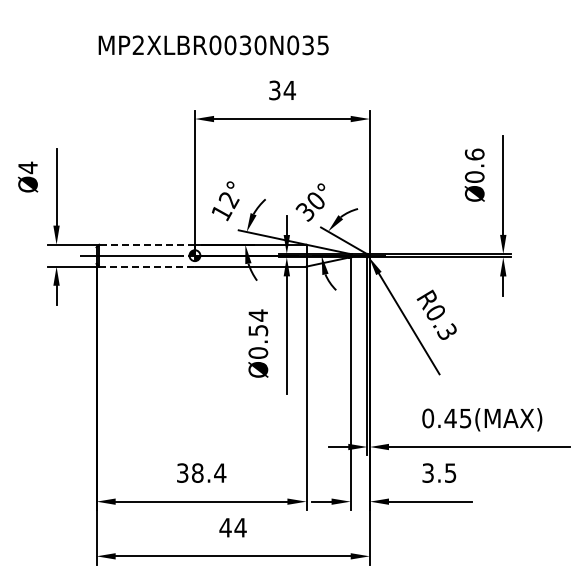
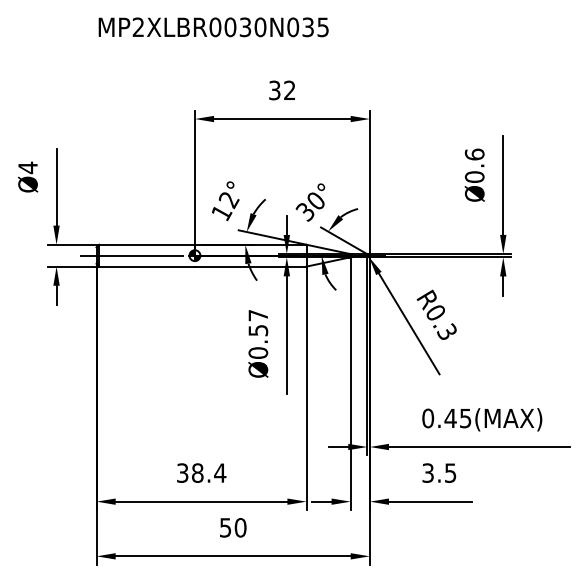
text at (213, 45) position: (213, 45) -> (213, 27)
text at (289, 89): 34 -> 32
line at (147, 244): dashed -> solid
line at (147, 266): dashed -> solid
text at (257, 315): Ø0.54 -> Ø0.57
text at (232, 527): 44 -> 50
